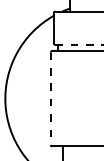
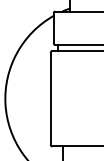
line at (79, 44): dashed -> solid
line at (50, 99): dashed -> solid
